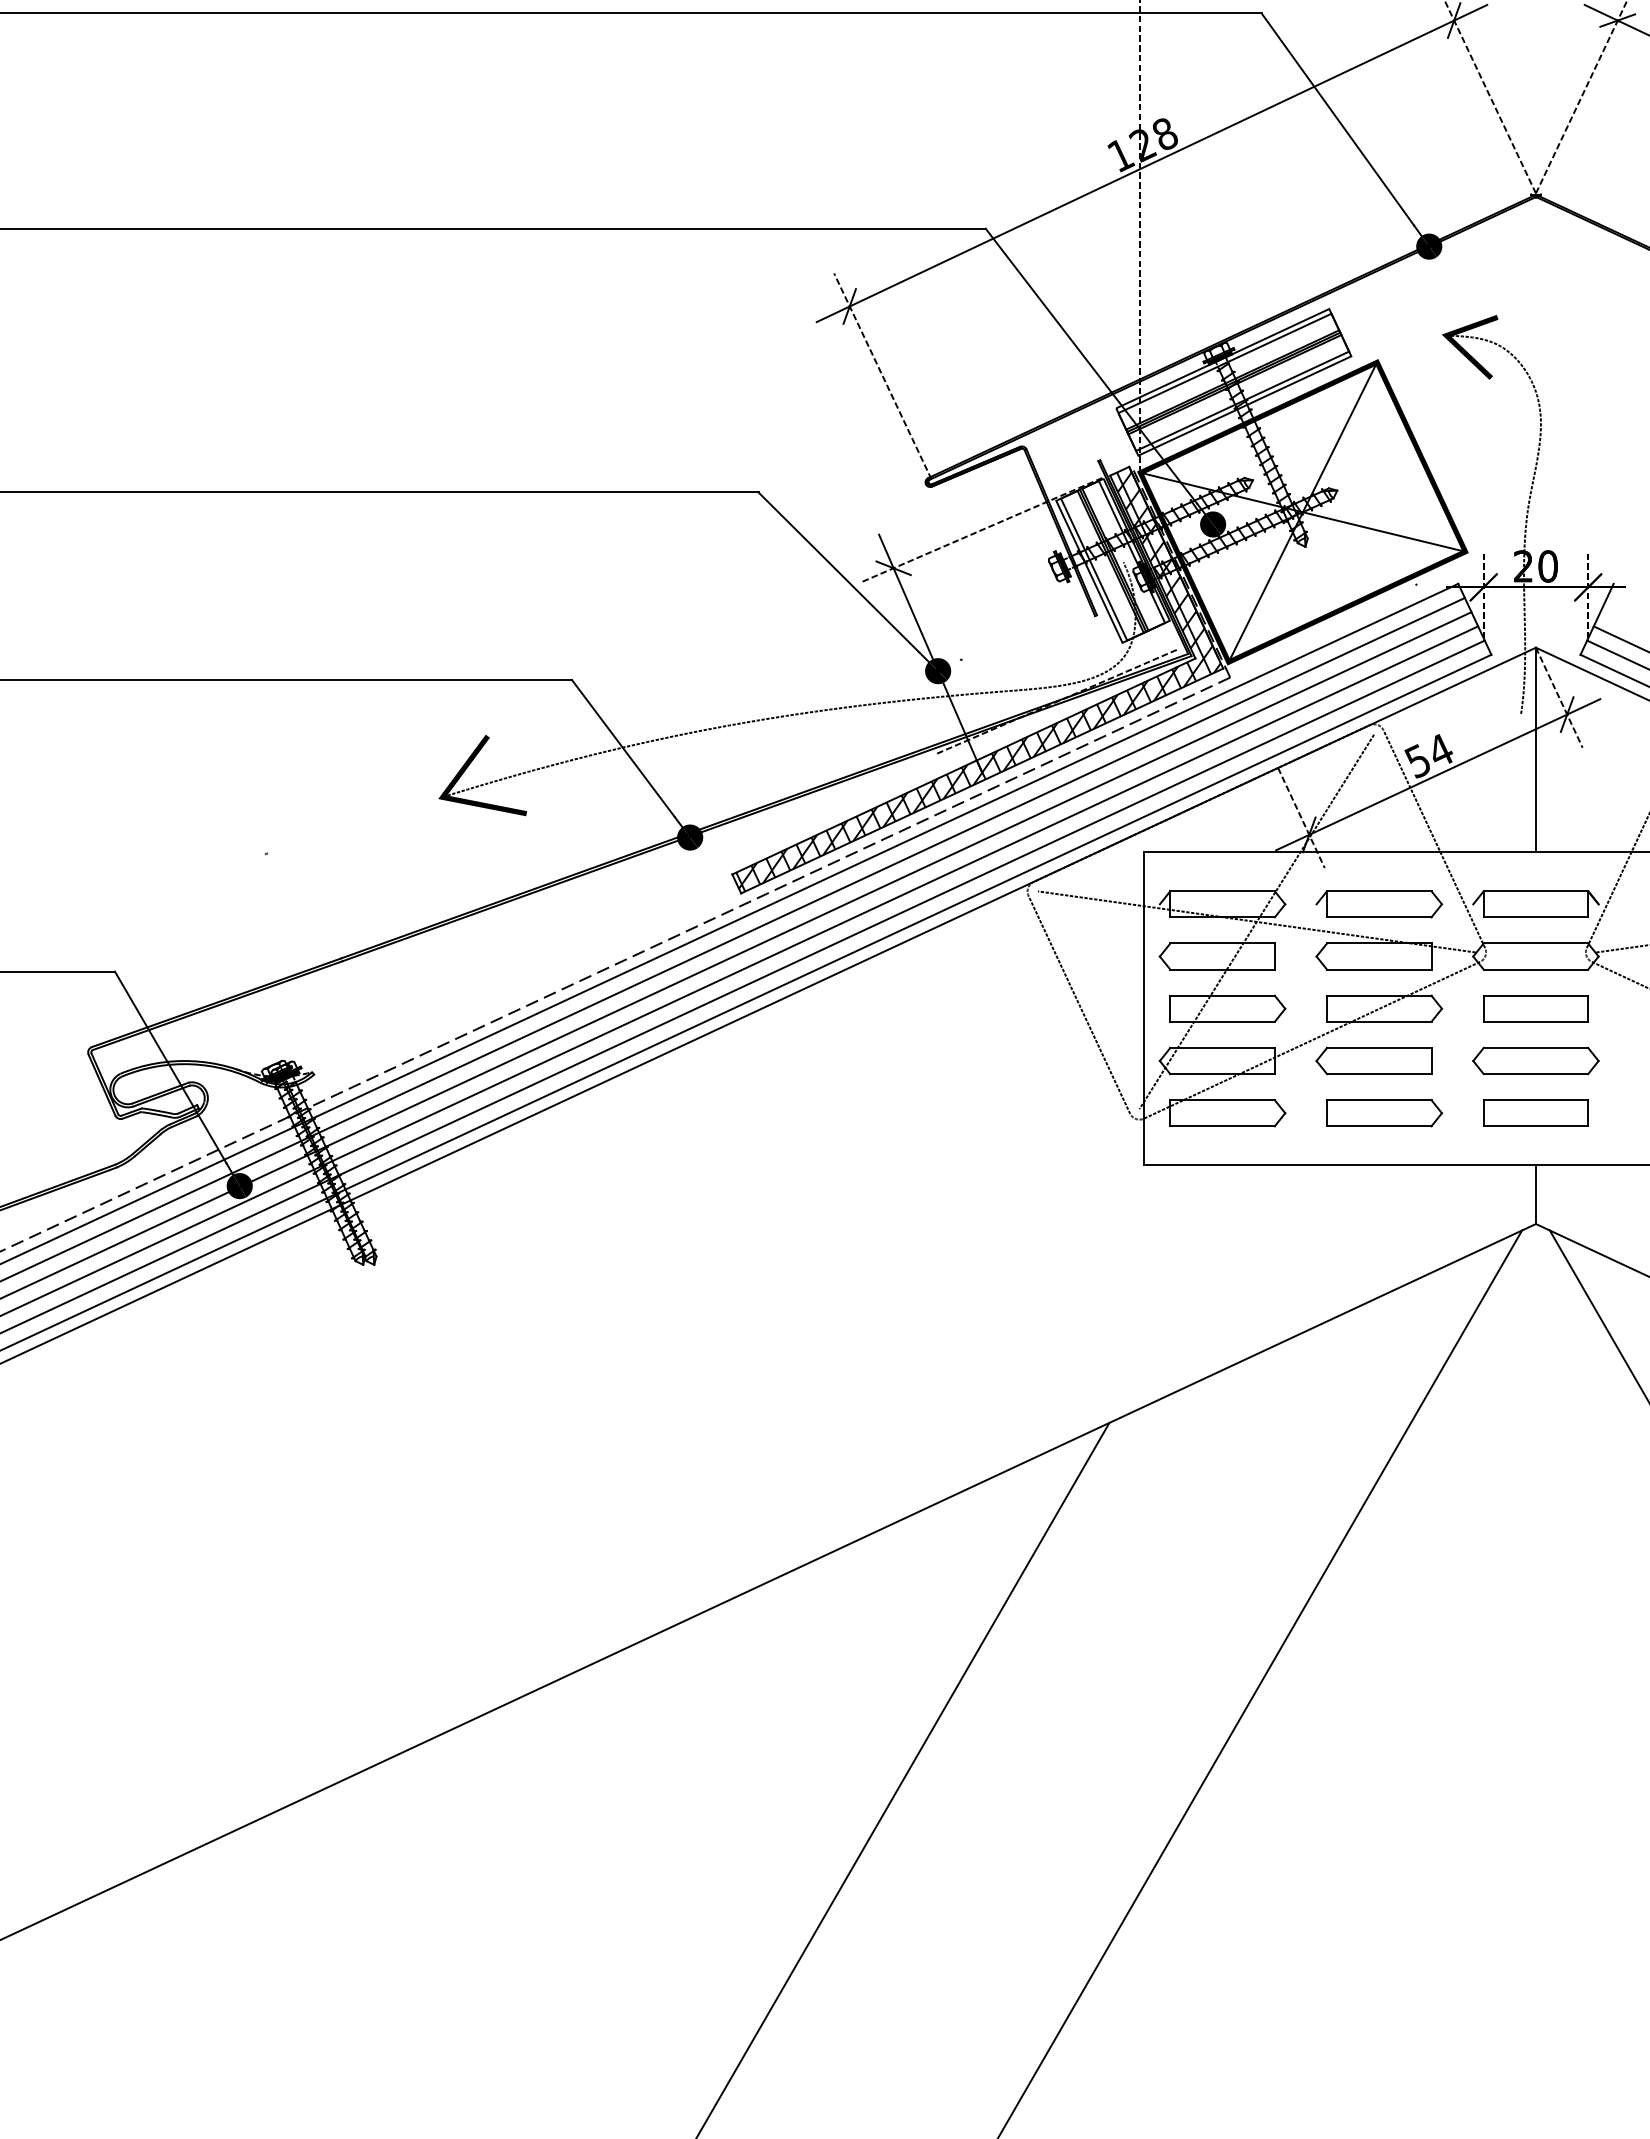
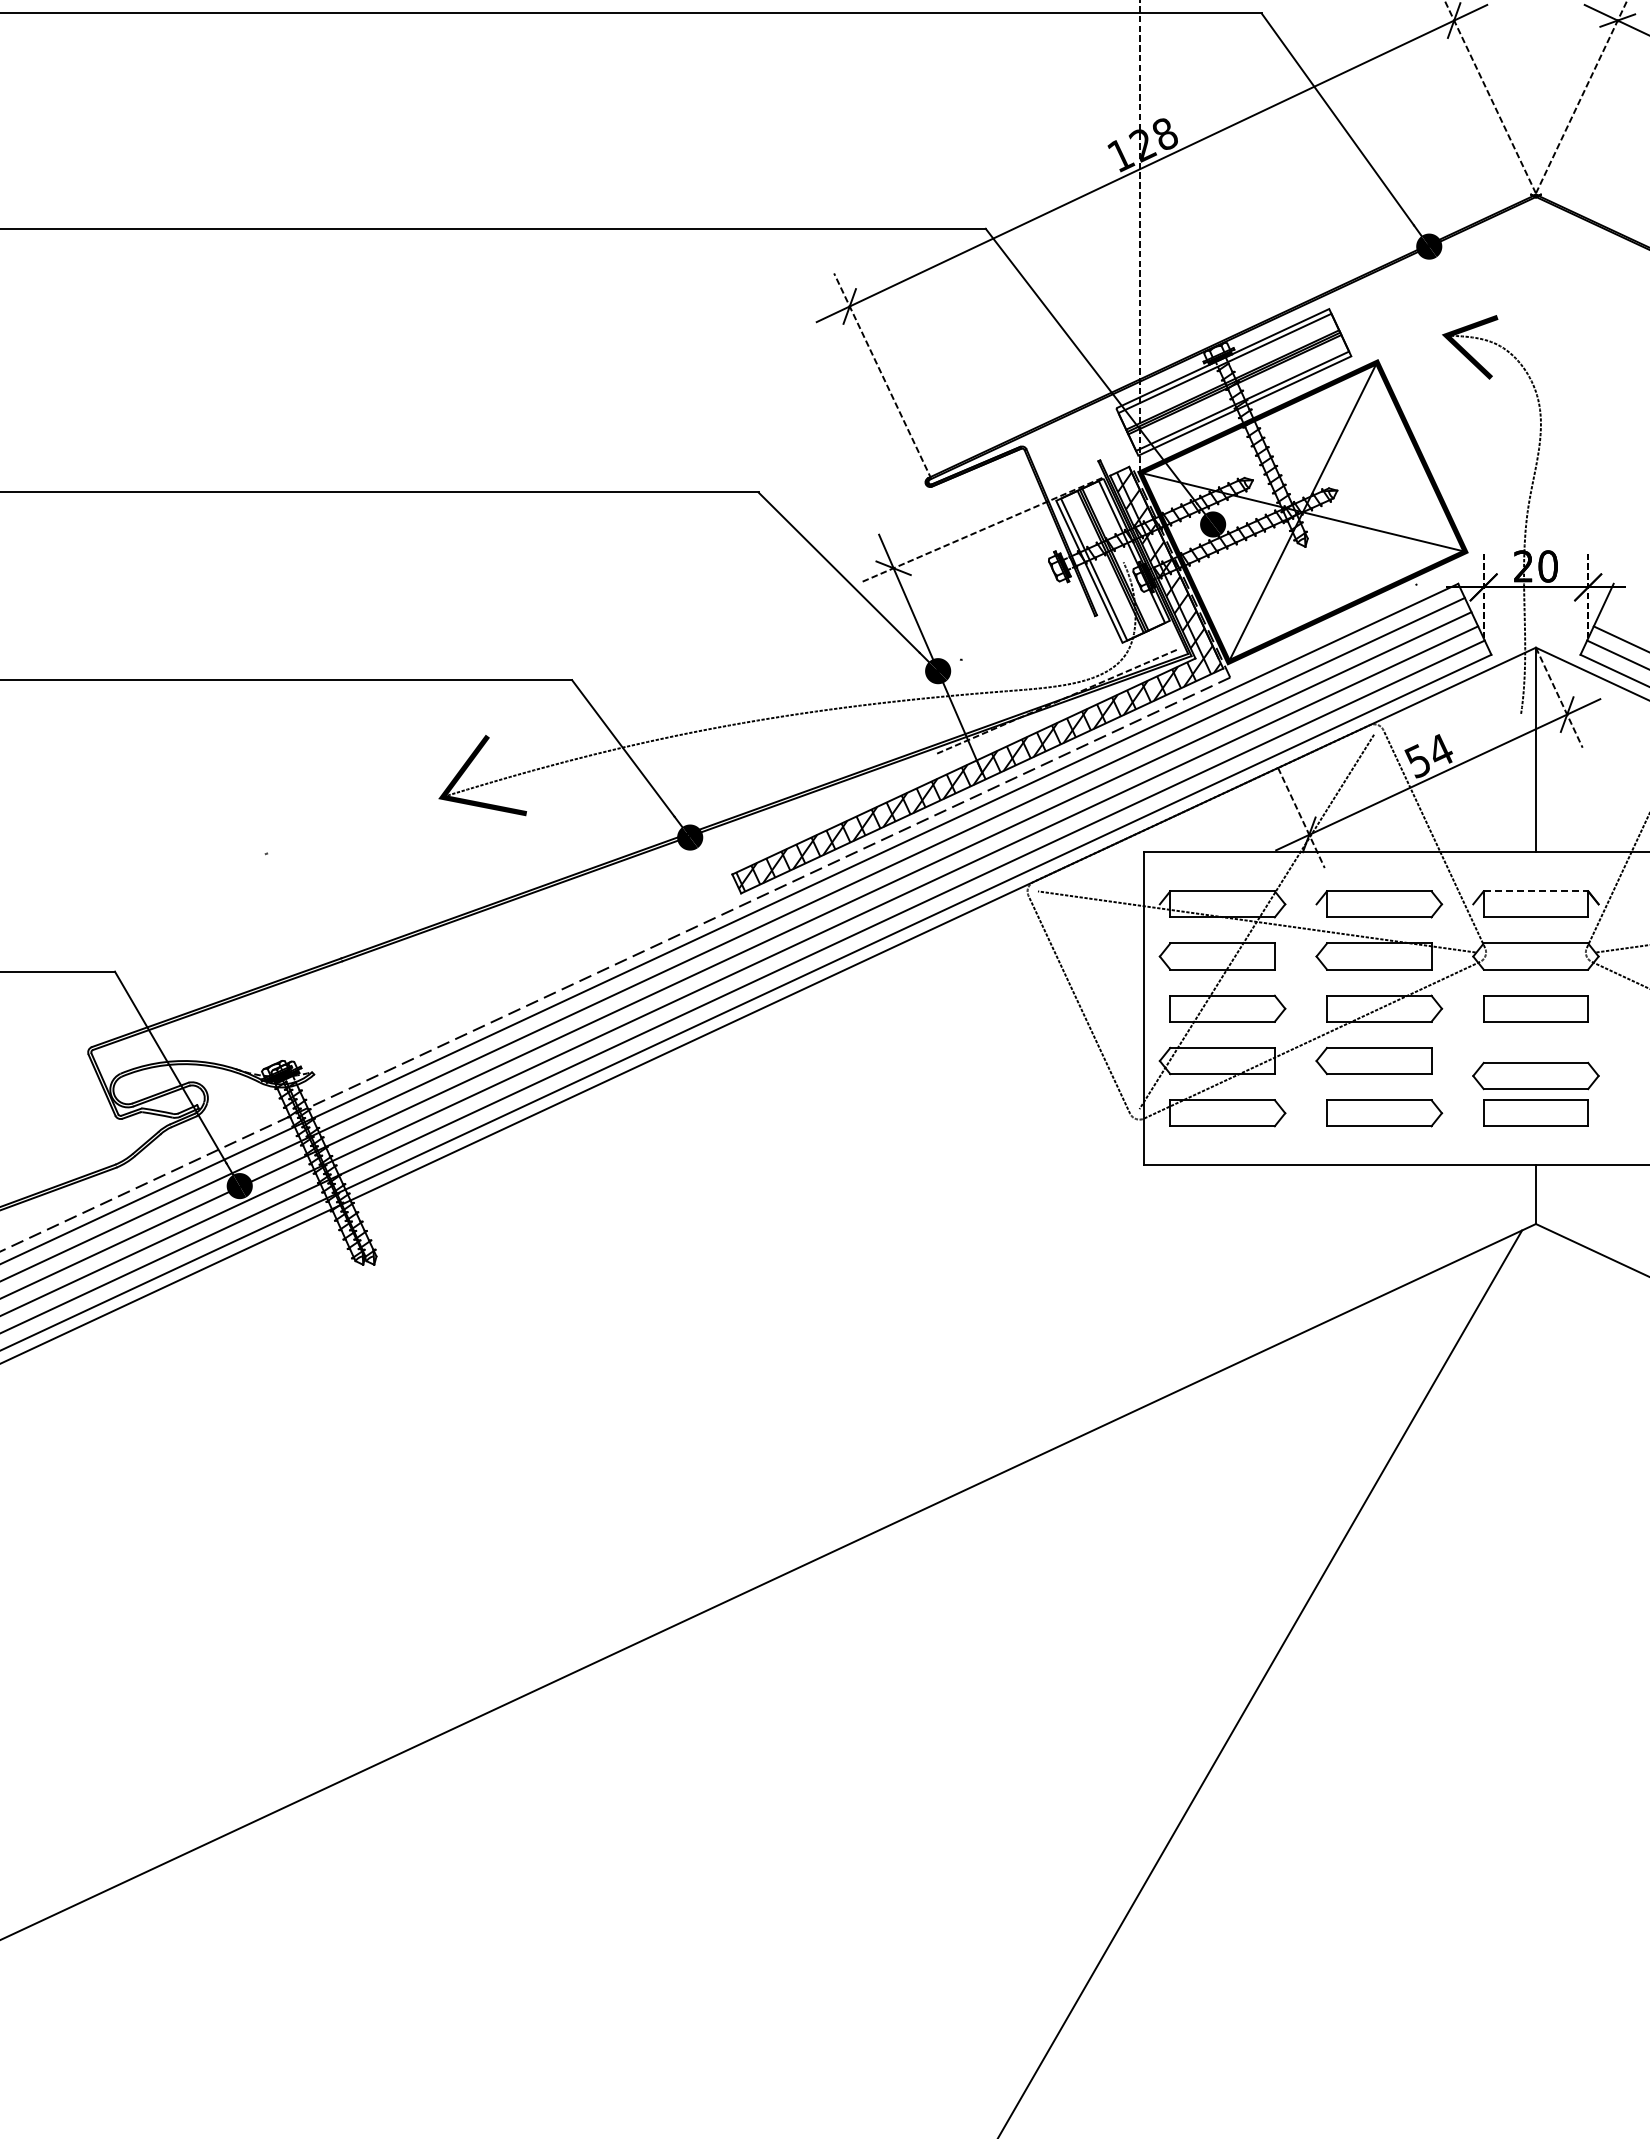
line at (1536, 891): solid -> dashed
part at (1535, 1060) position: (1535, 1060) -> (1535, 1075)
line at (1597, 1314): present -> none
line at (903, 1778): present -> none
